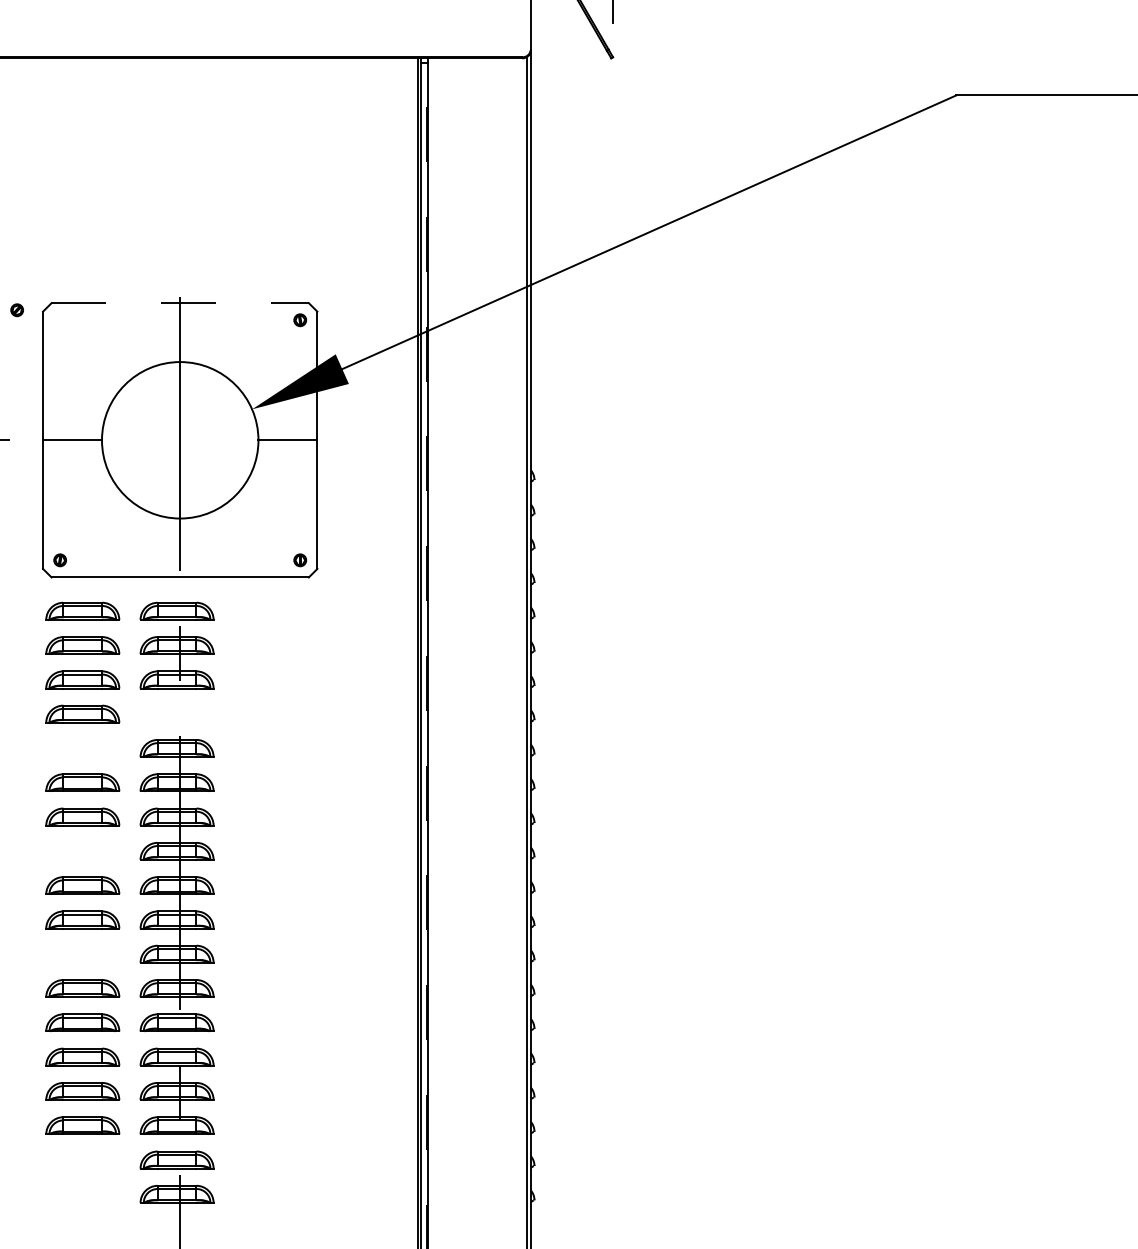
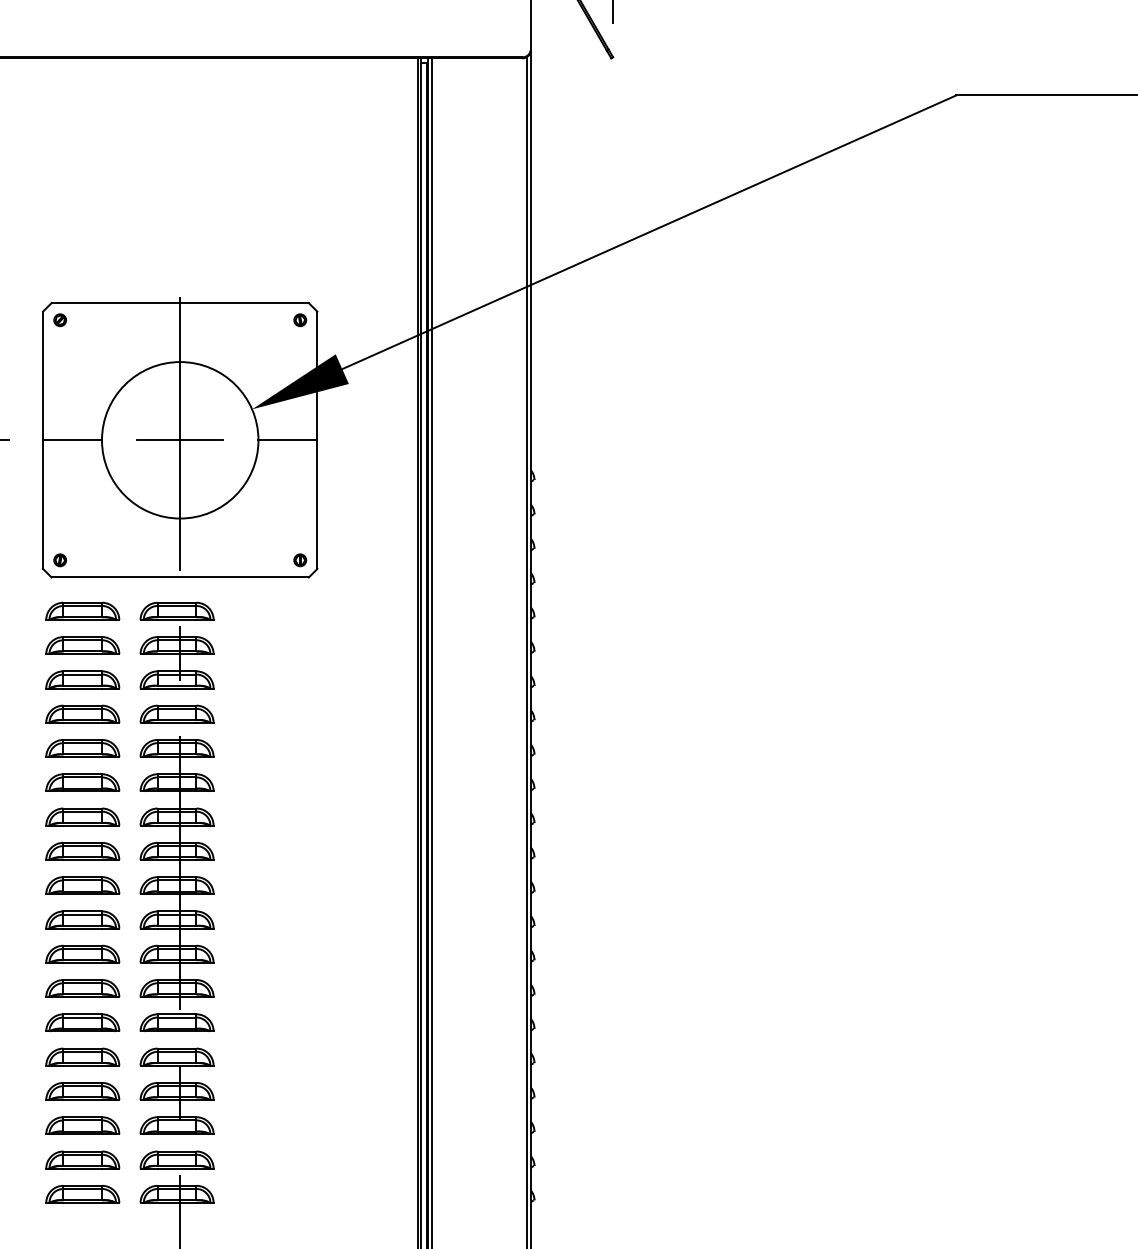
line at (180, 303): dashed -> solid
part at (16, 310) position: (16, 310) -> (59, 320)
line at (180, 440): none -> present
line at (431, 651): none -> present
line at (426, 655): dashed -> solid
part at (176, 713): none -> present
part at (82, 748): none -> present
part at (82, 851): none -> present
part at (82, 953): none -> present
part at (82, 1159): none -> present
part at (82, 1193): none -> present
